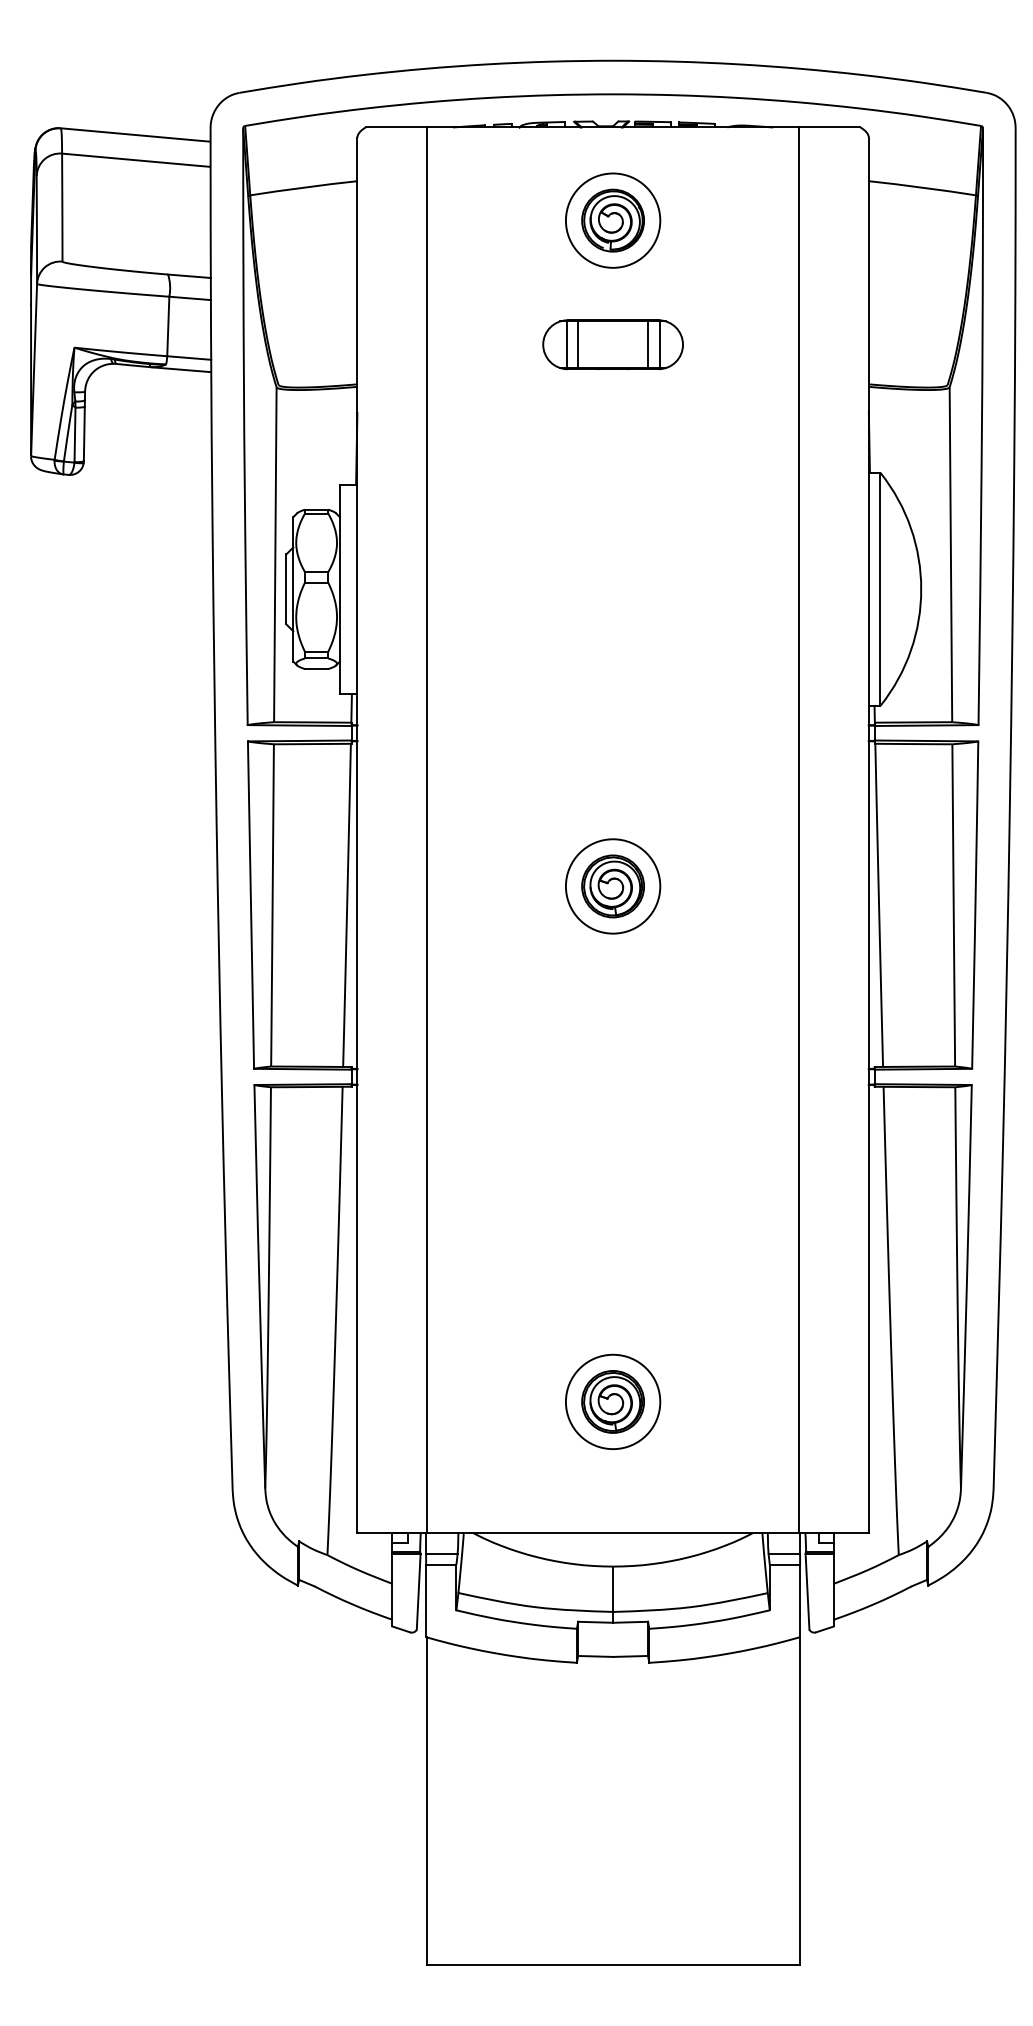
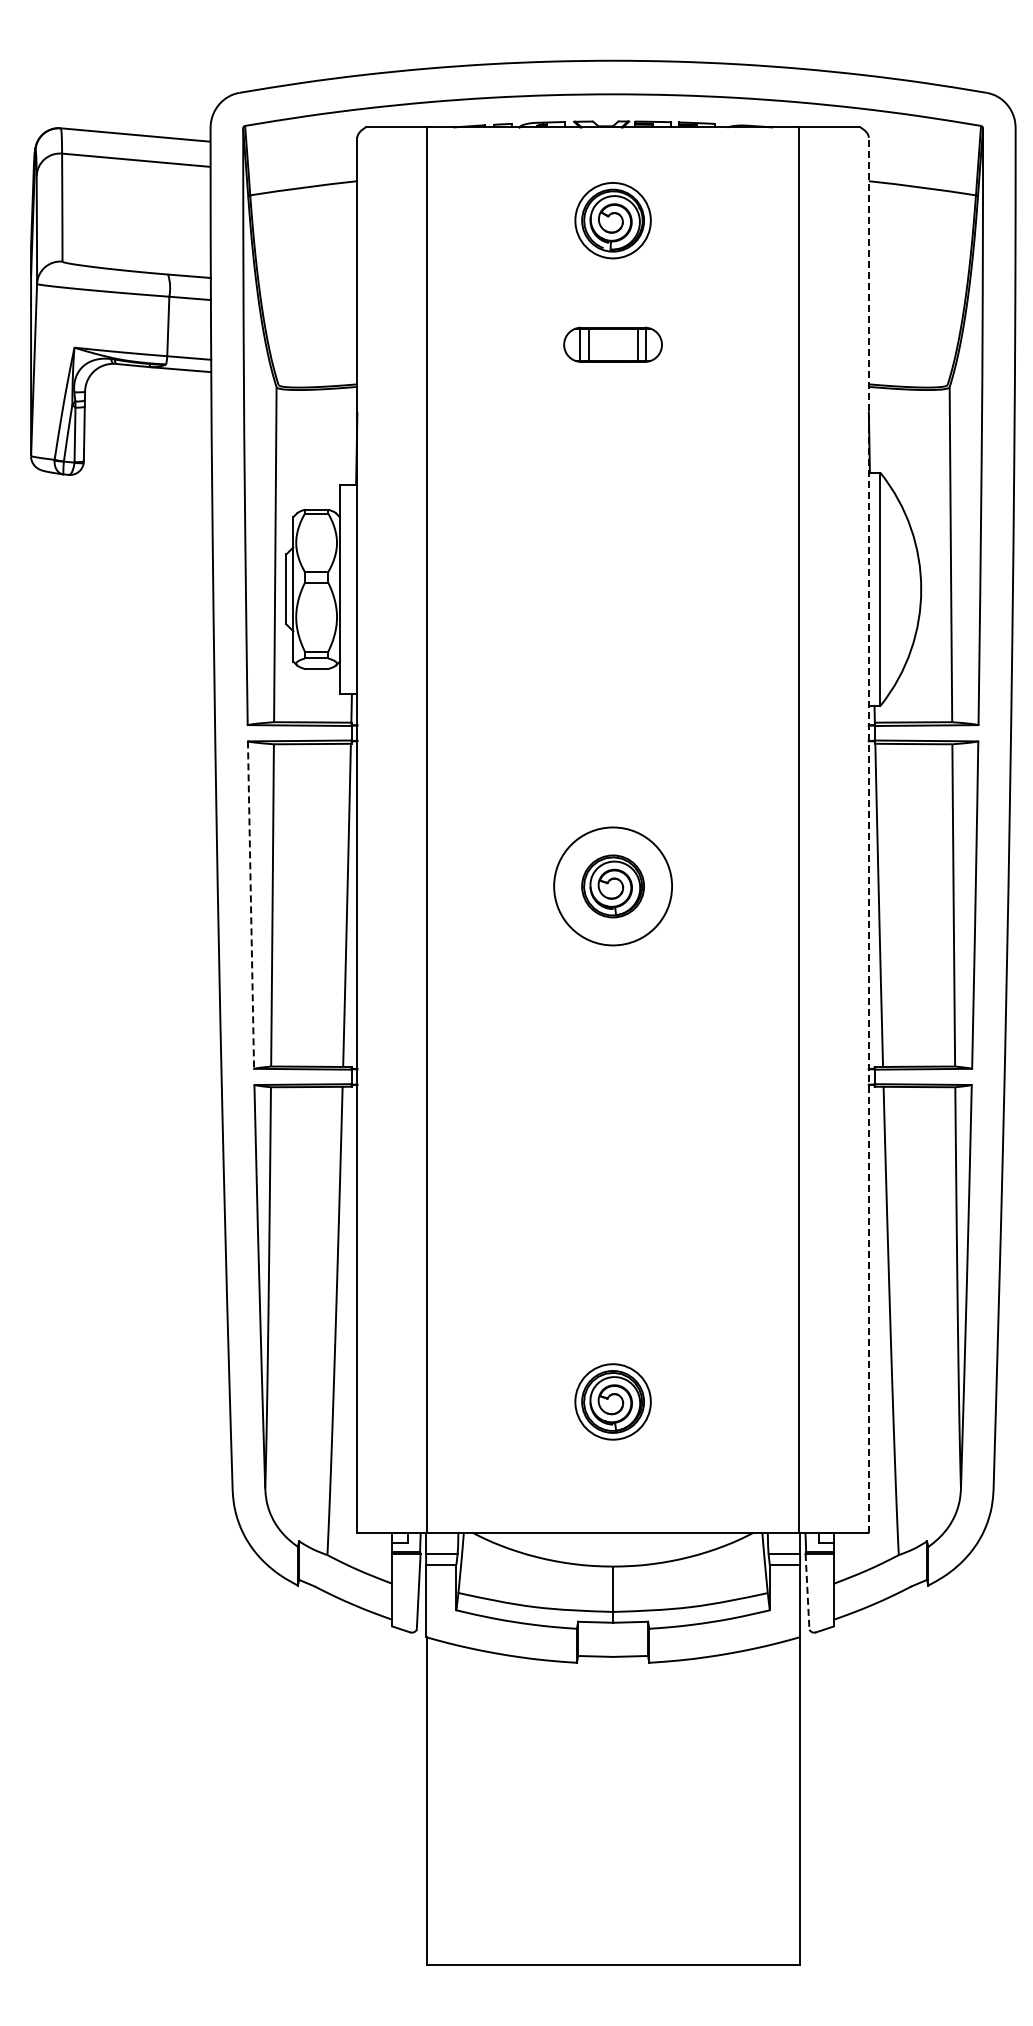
circle at (612, 220) diameter: 94 px -> 75 px
part at (612, 344) size: 142x52 px -> 100x37 px
line at (868, 834): solid -> dashed
circle at (612, 886) diameter: 94 px -> 118 px
line at (251, 905): solid -> dashed
circle at (612, 1401) diameter: 94 px -> 75 px
line at (807, 1591): solid -> dashed
